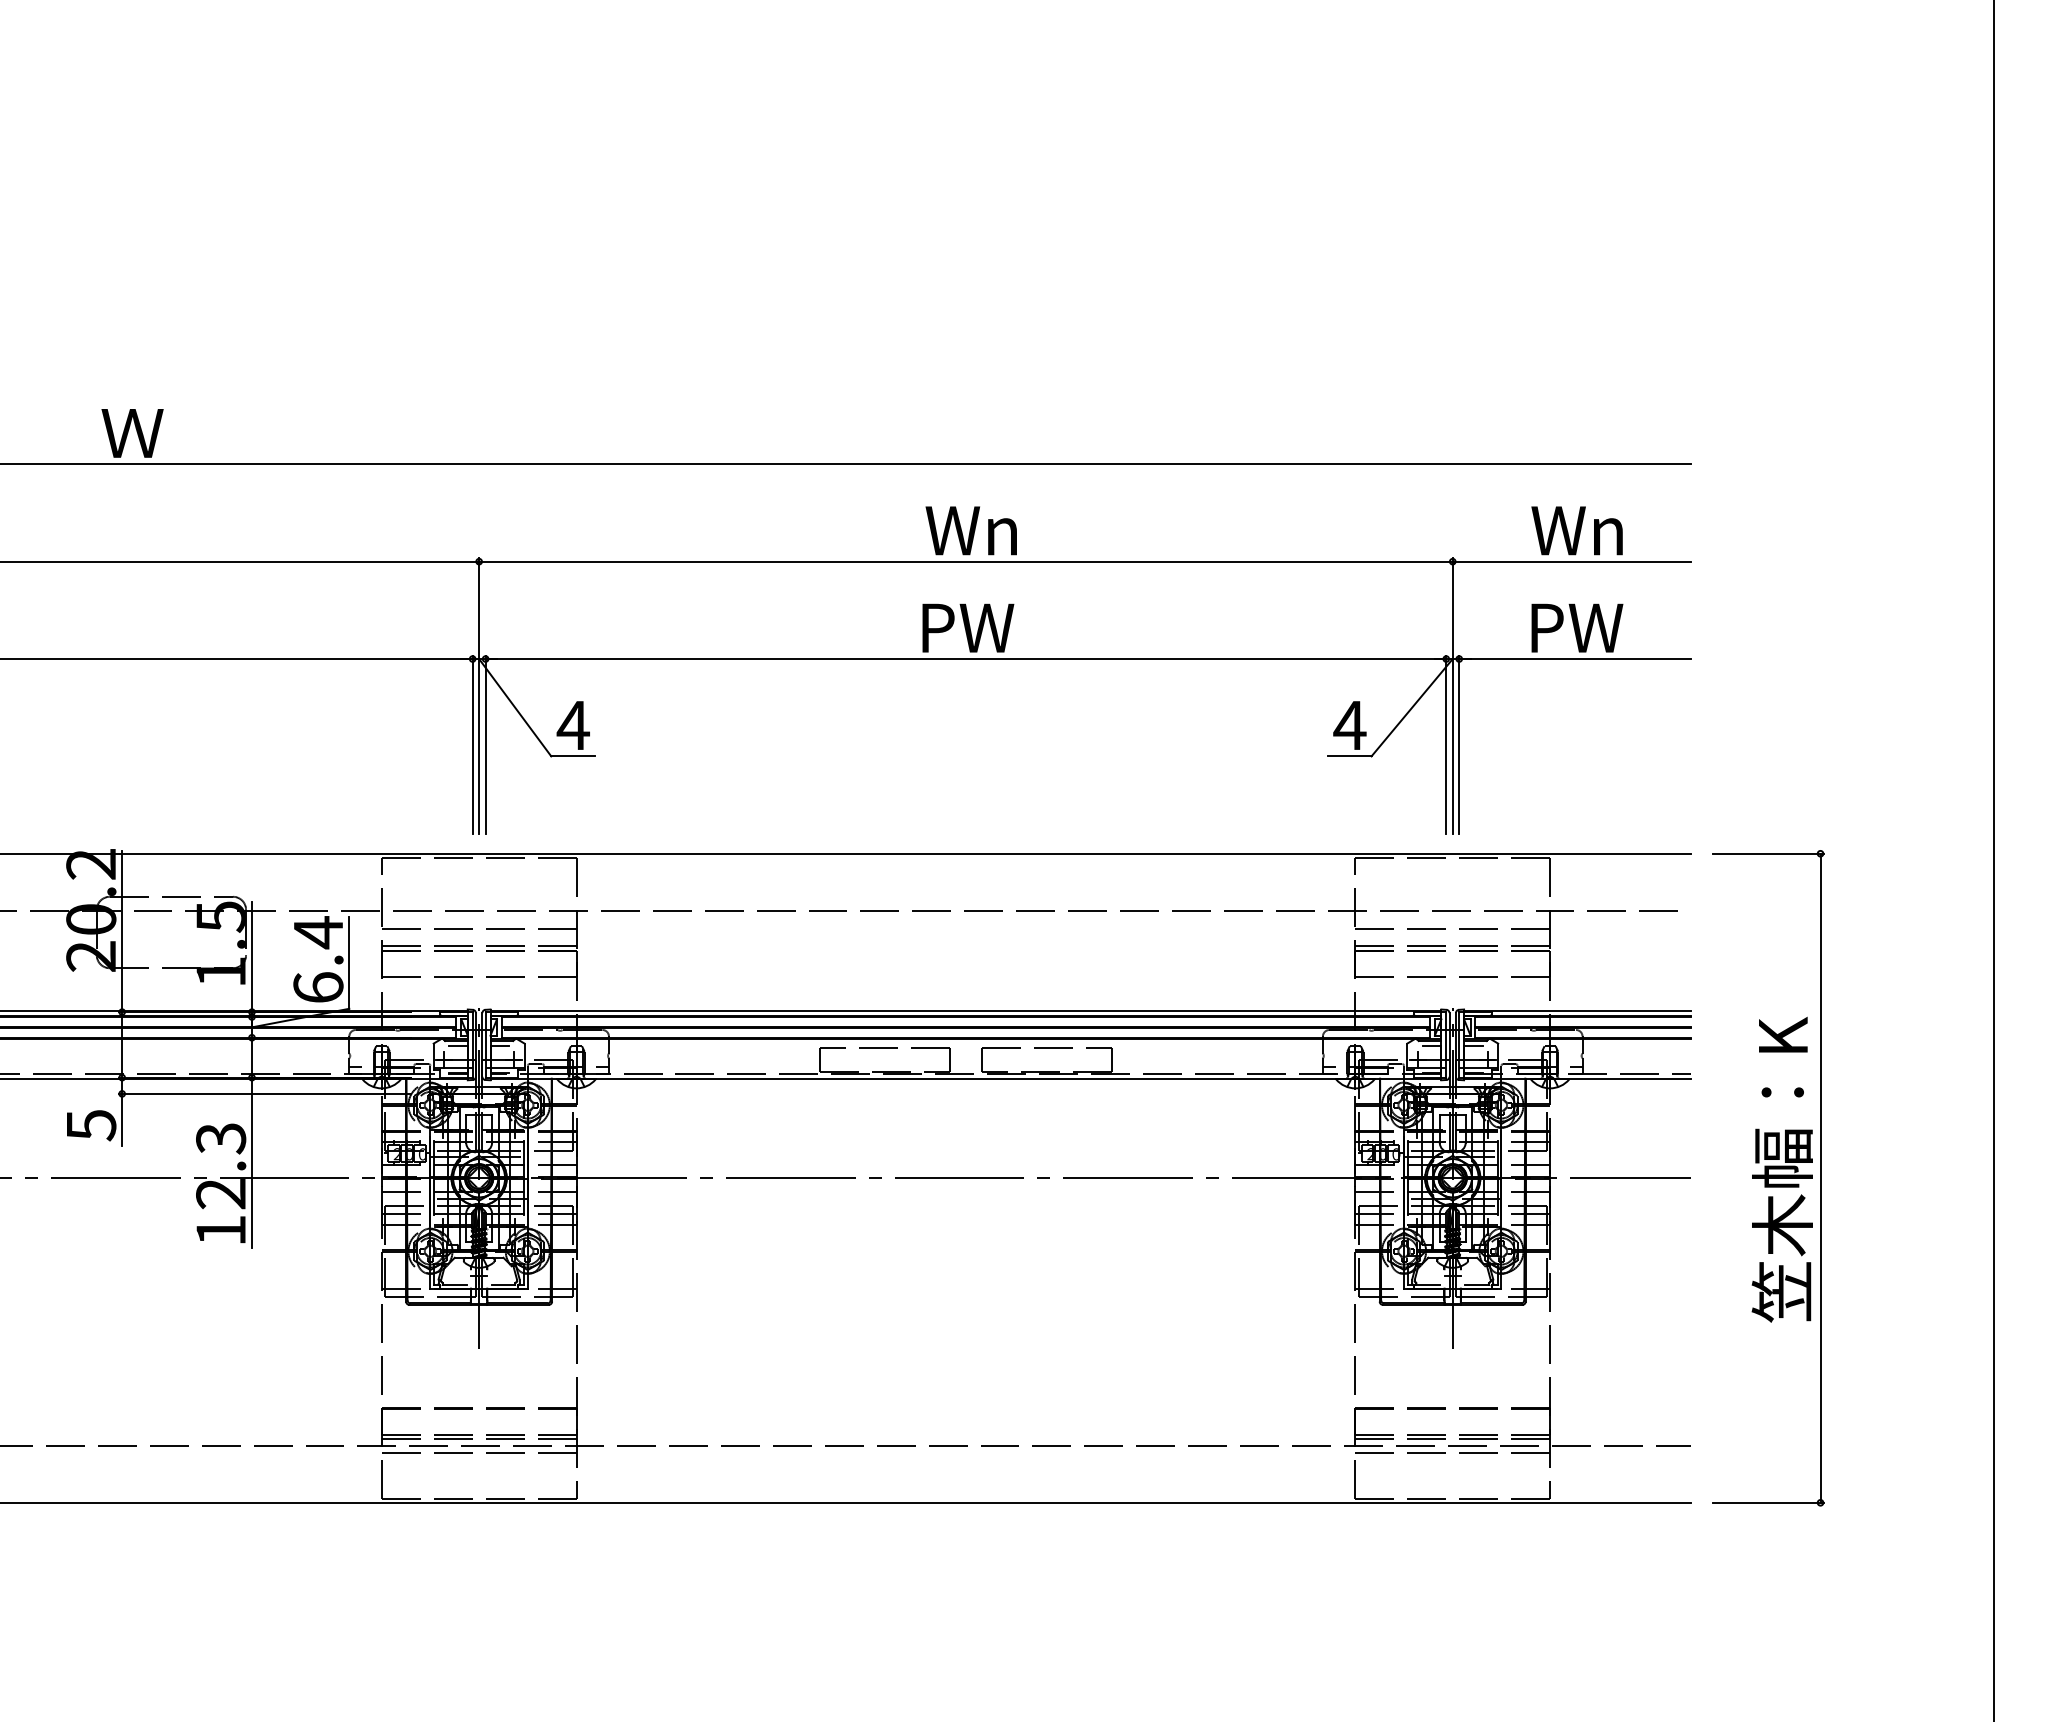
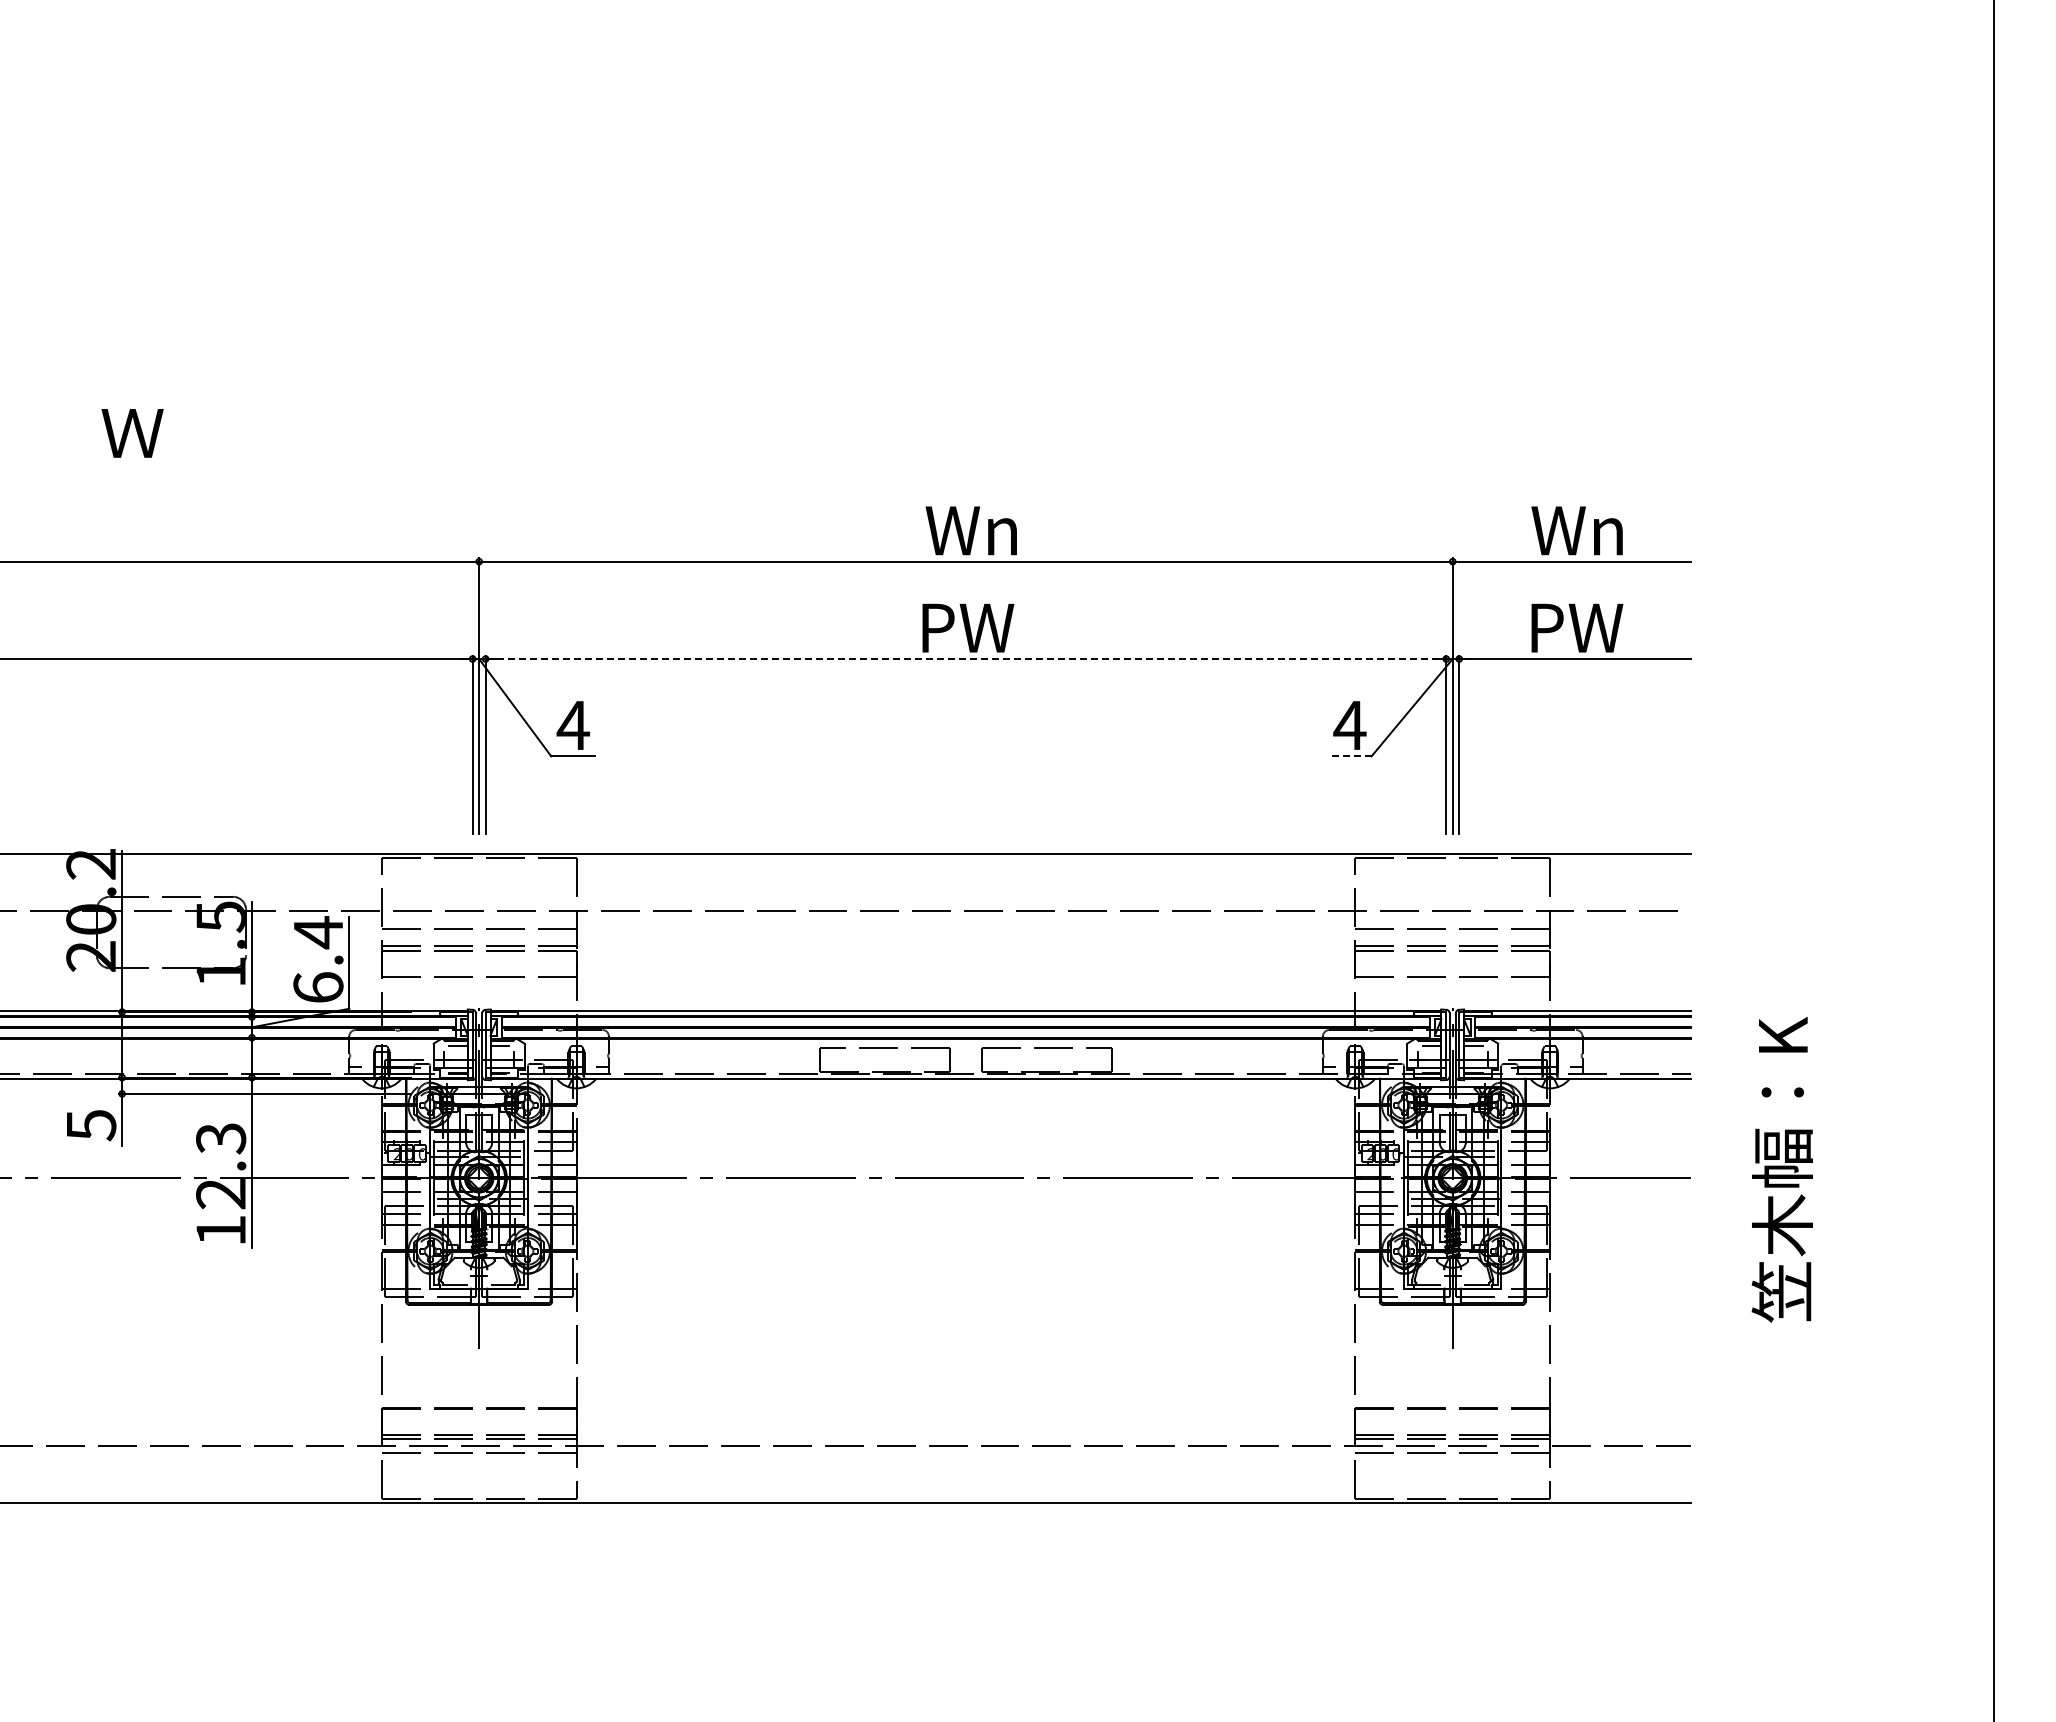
line at (846, 464): present -> none
line at (966, 659): solid -> dashed
line at (1349, 756): solid -> dashed
part at (1820, 1178): present -> none
